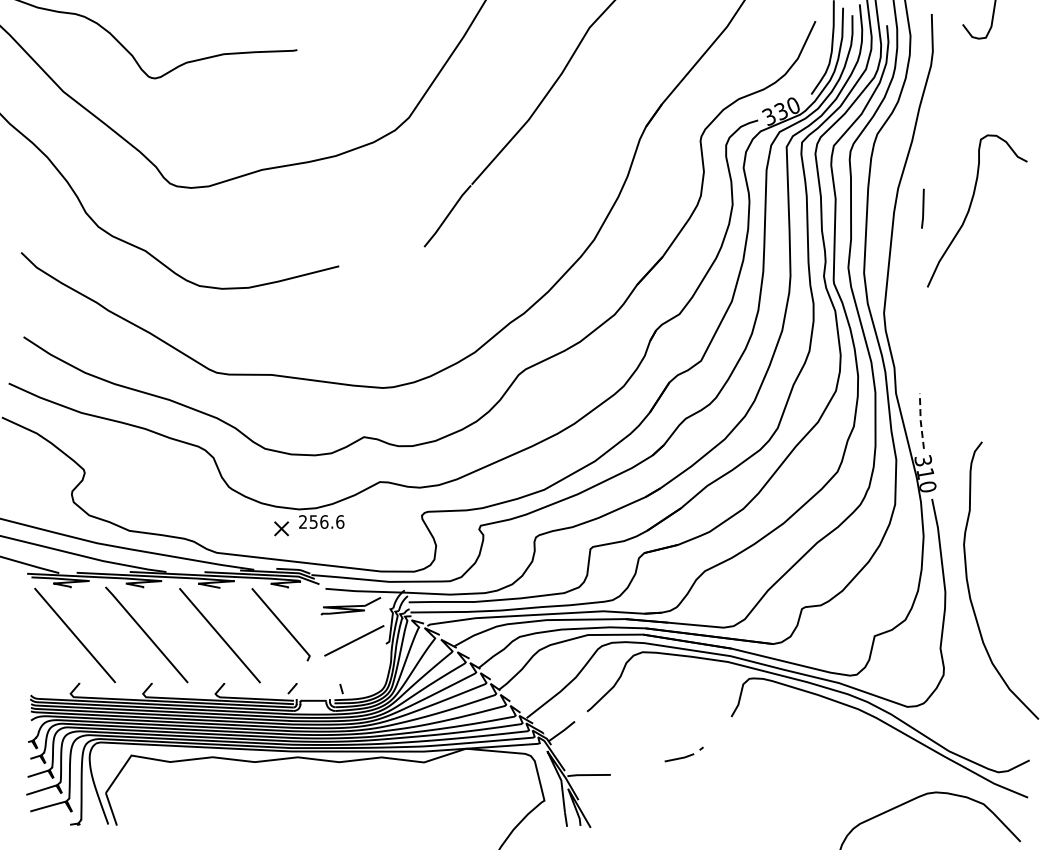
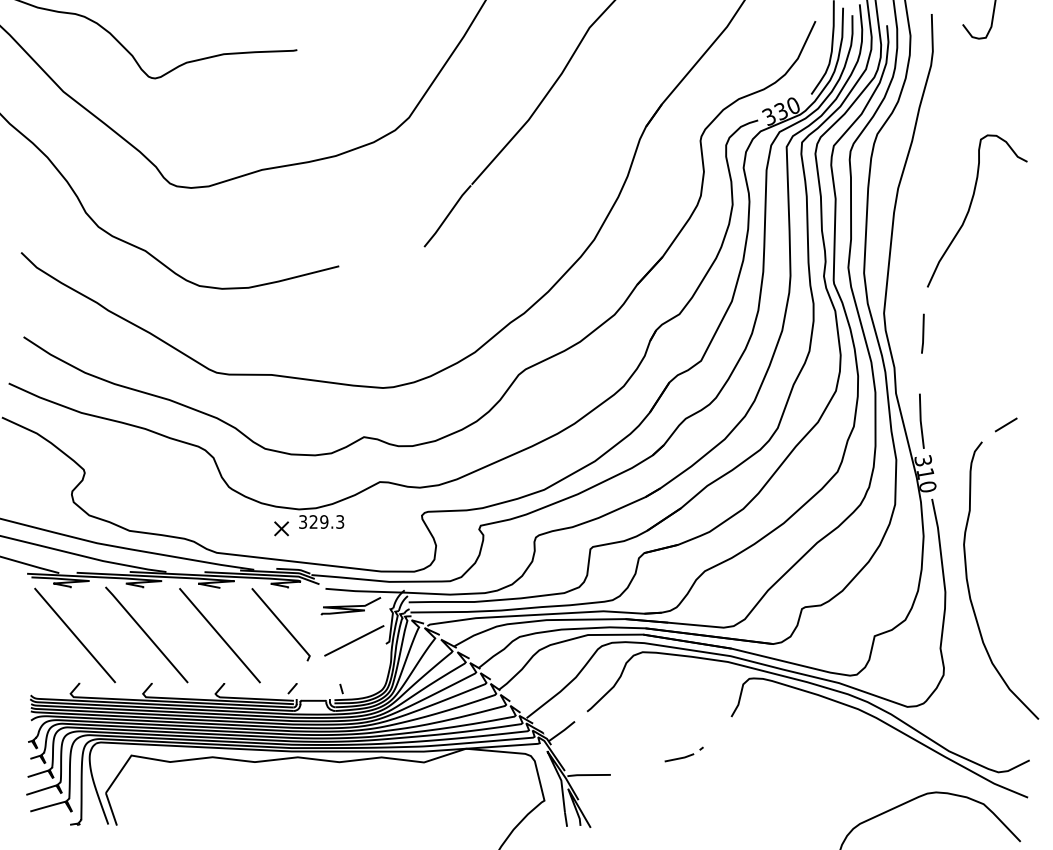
line at (922, 208) position: (922, 208) -> (922, 333)
line at (920, 420): dashed -> solid
line at (1006, 424): none -> present
text at (321, 521): 256.6 -> 329.3
